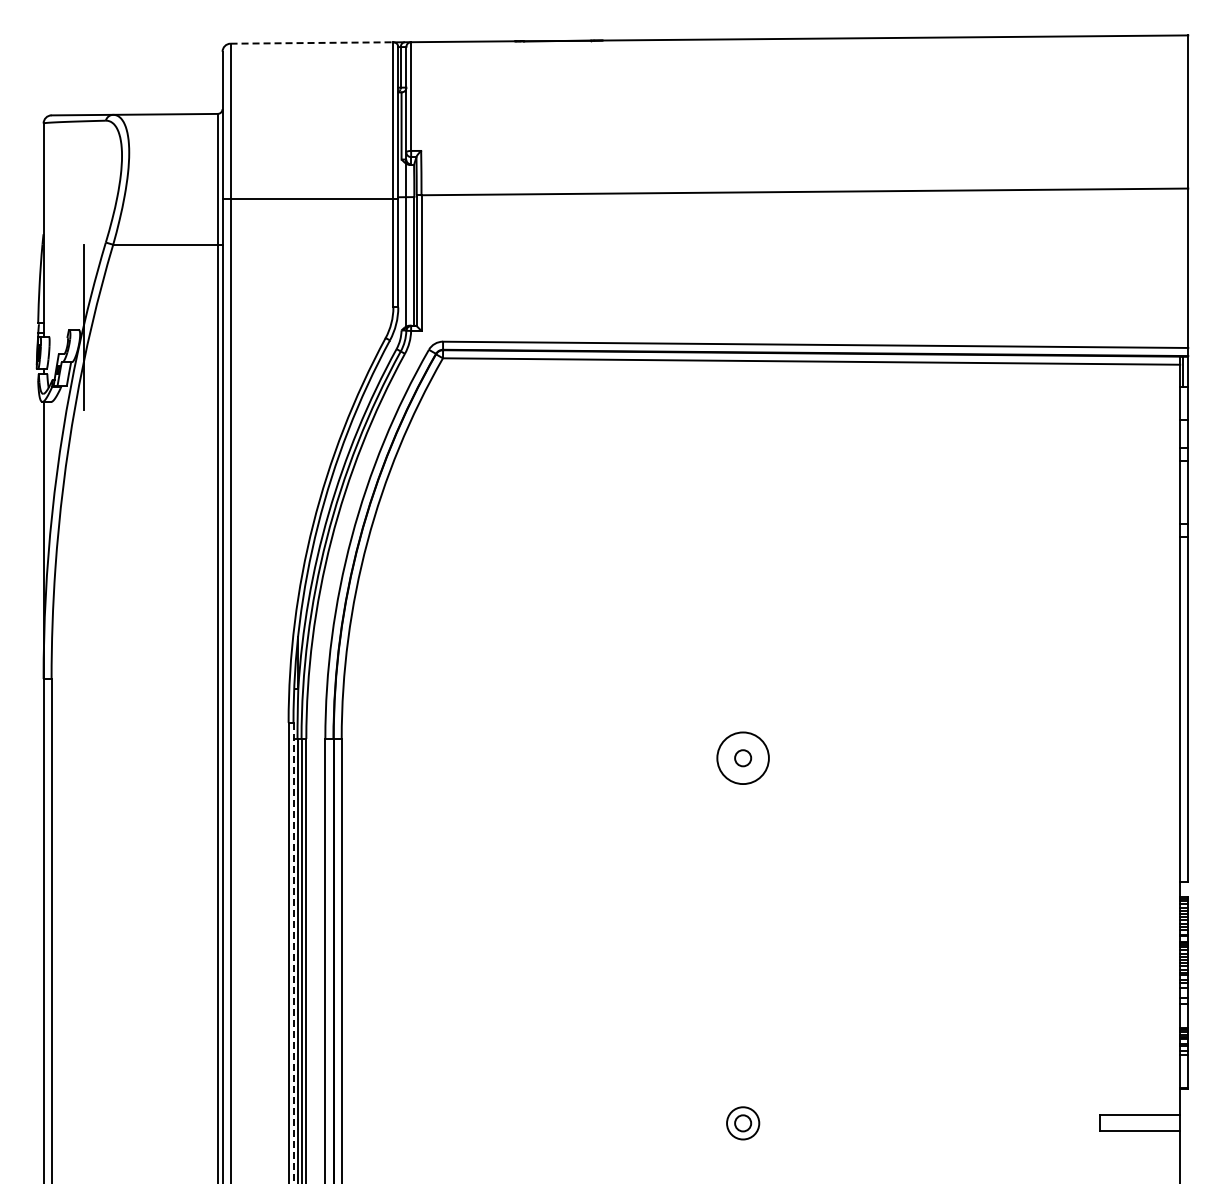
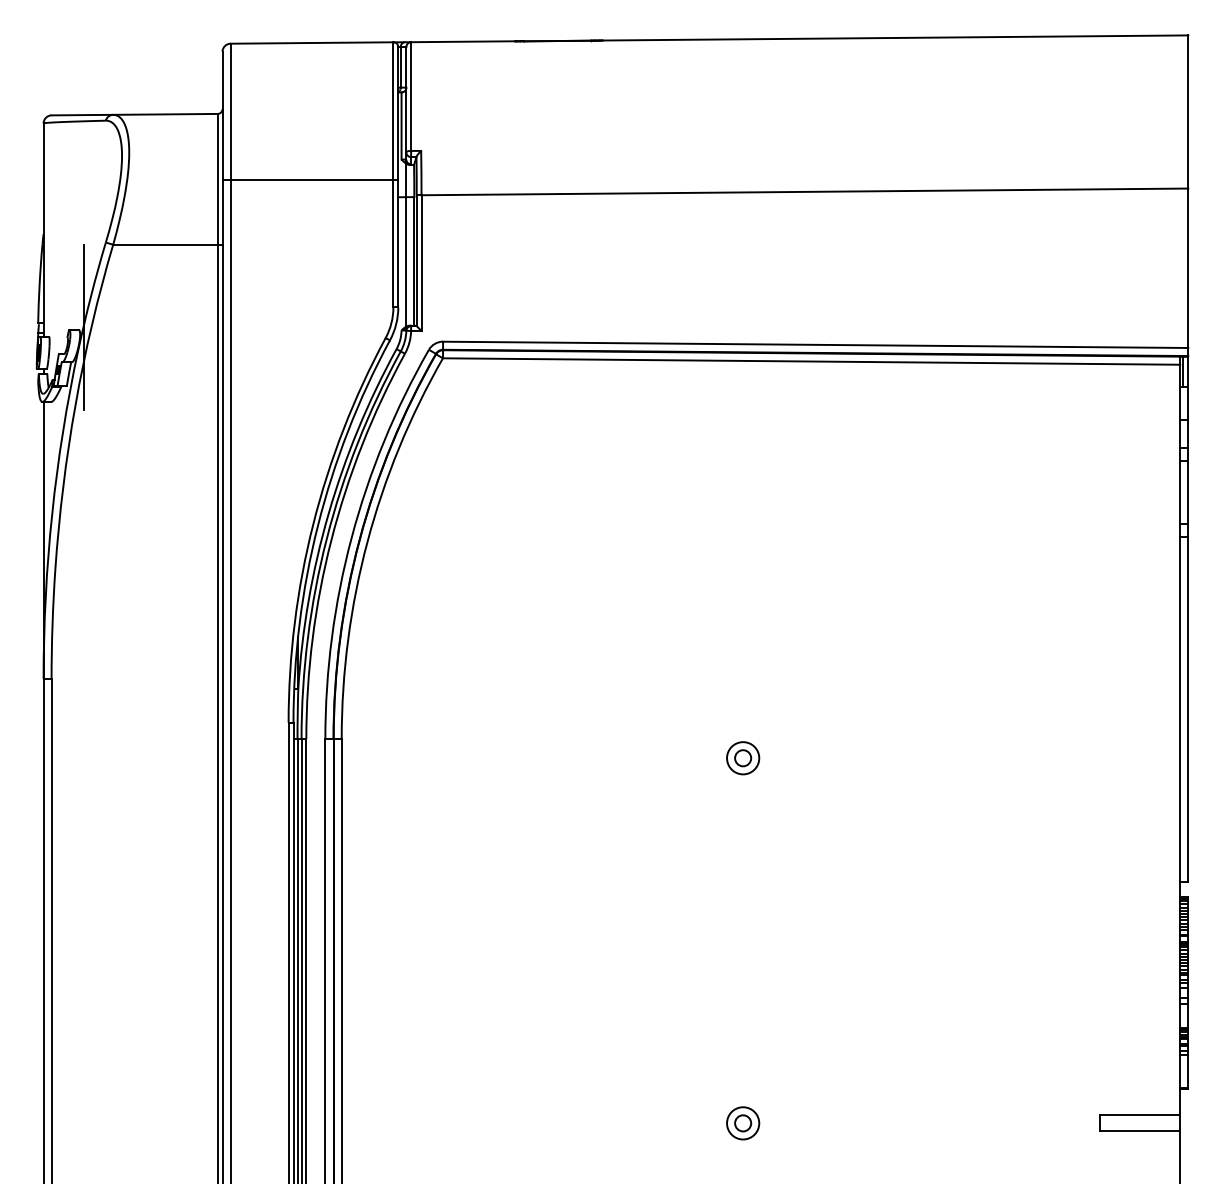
line at (312, 43): dashed -> solid
line at (310, 199) position: (310, 199) -> (310, 180)
circle at (742, 758) diameter: 52 px -> 32 px
line at (293, 953): dashed -> solid
